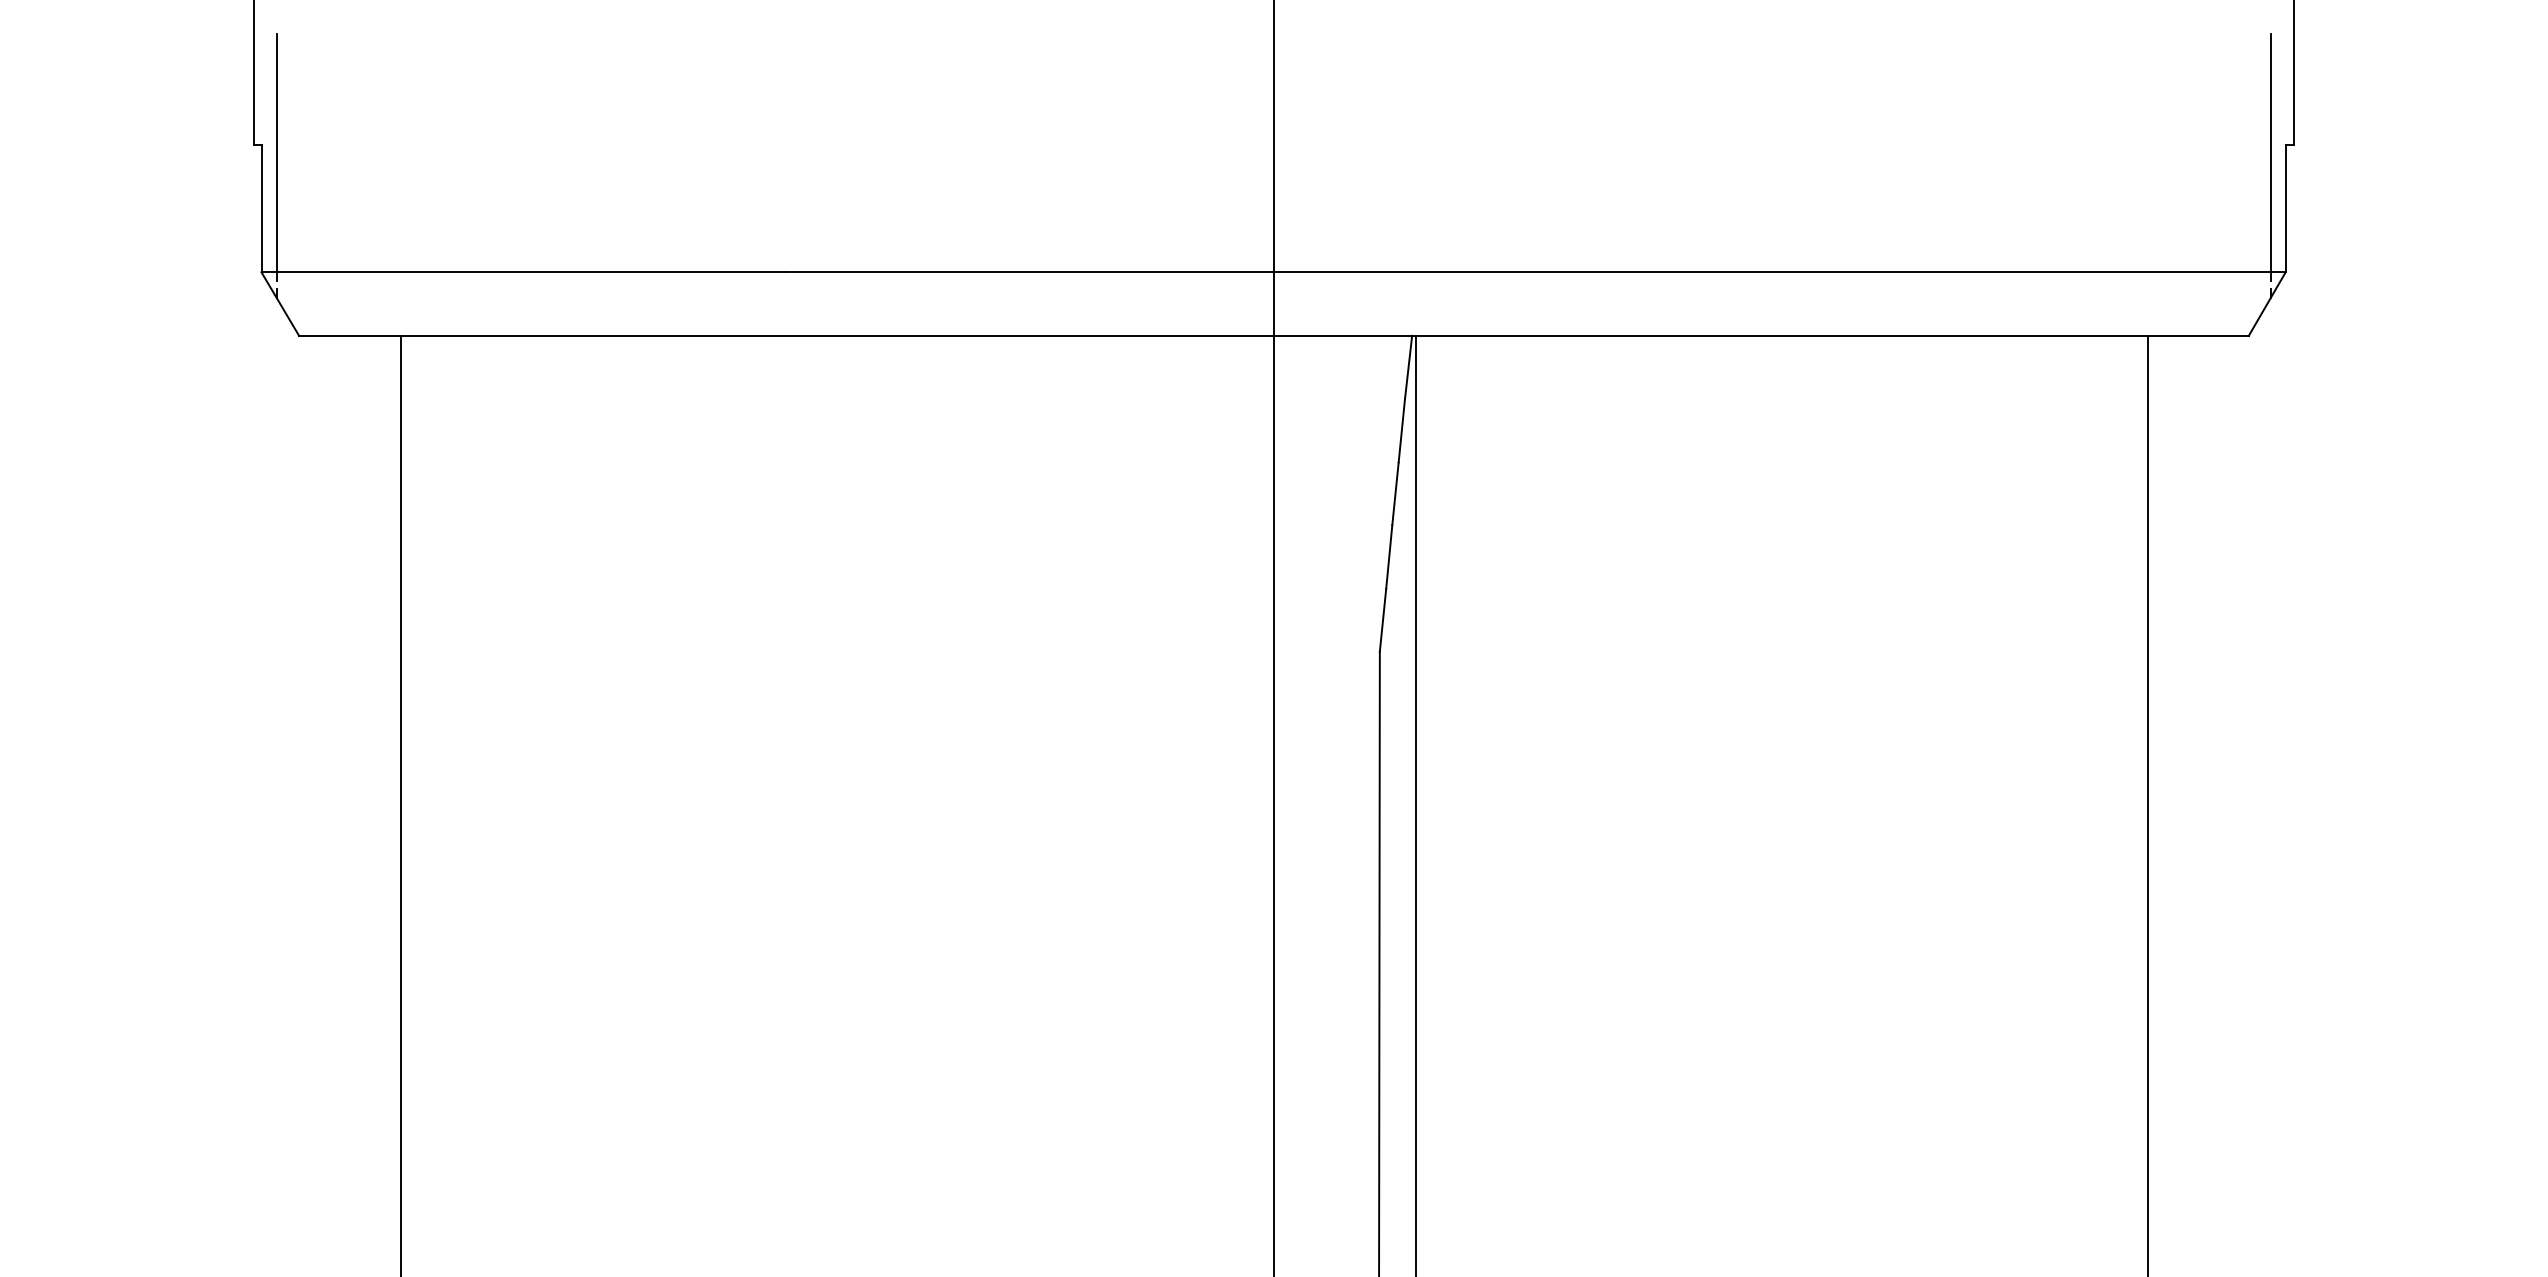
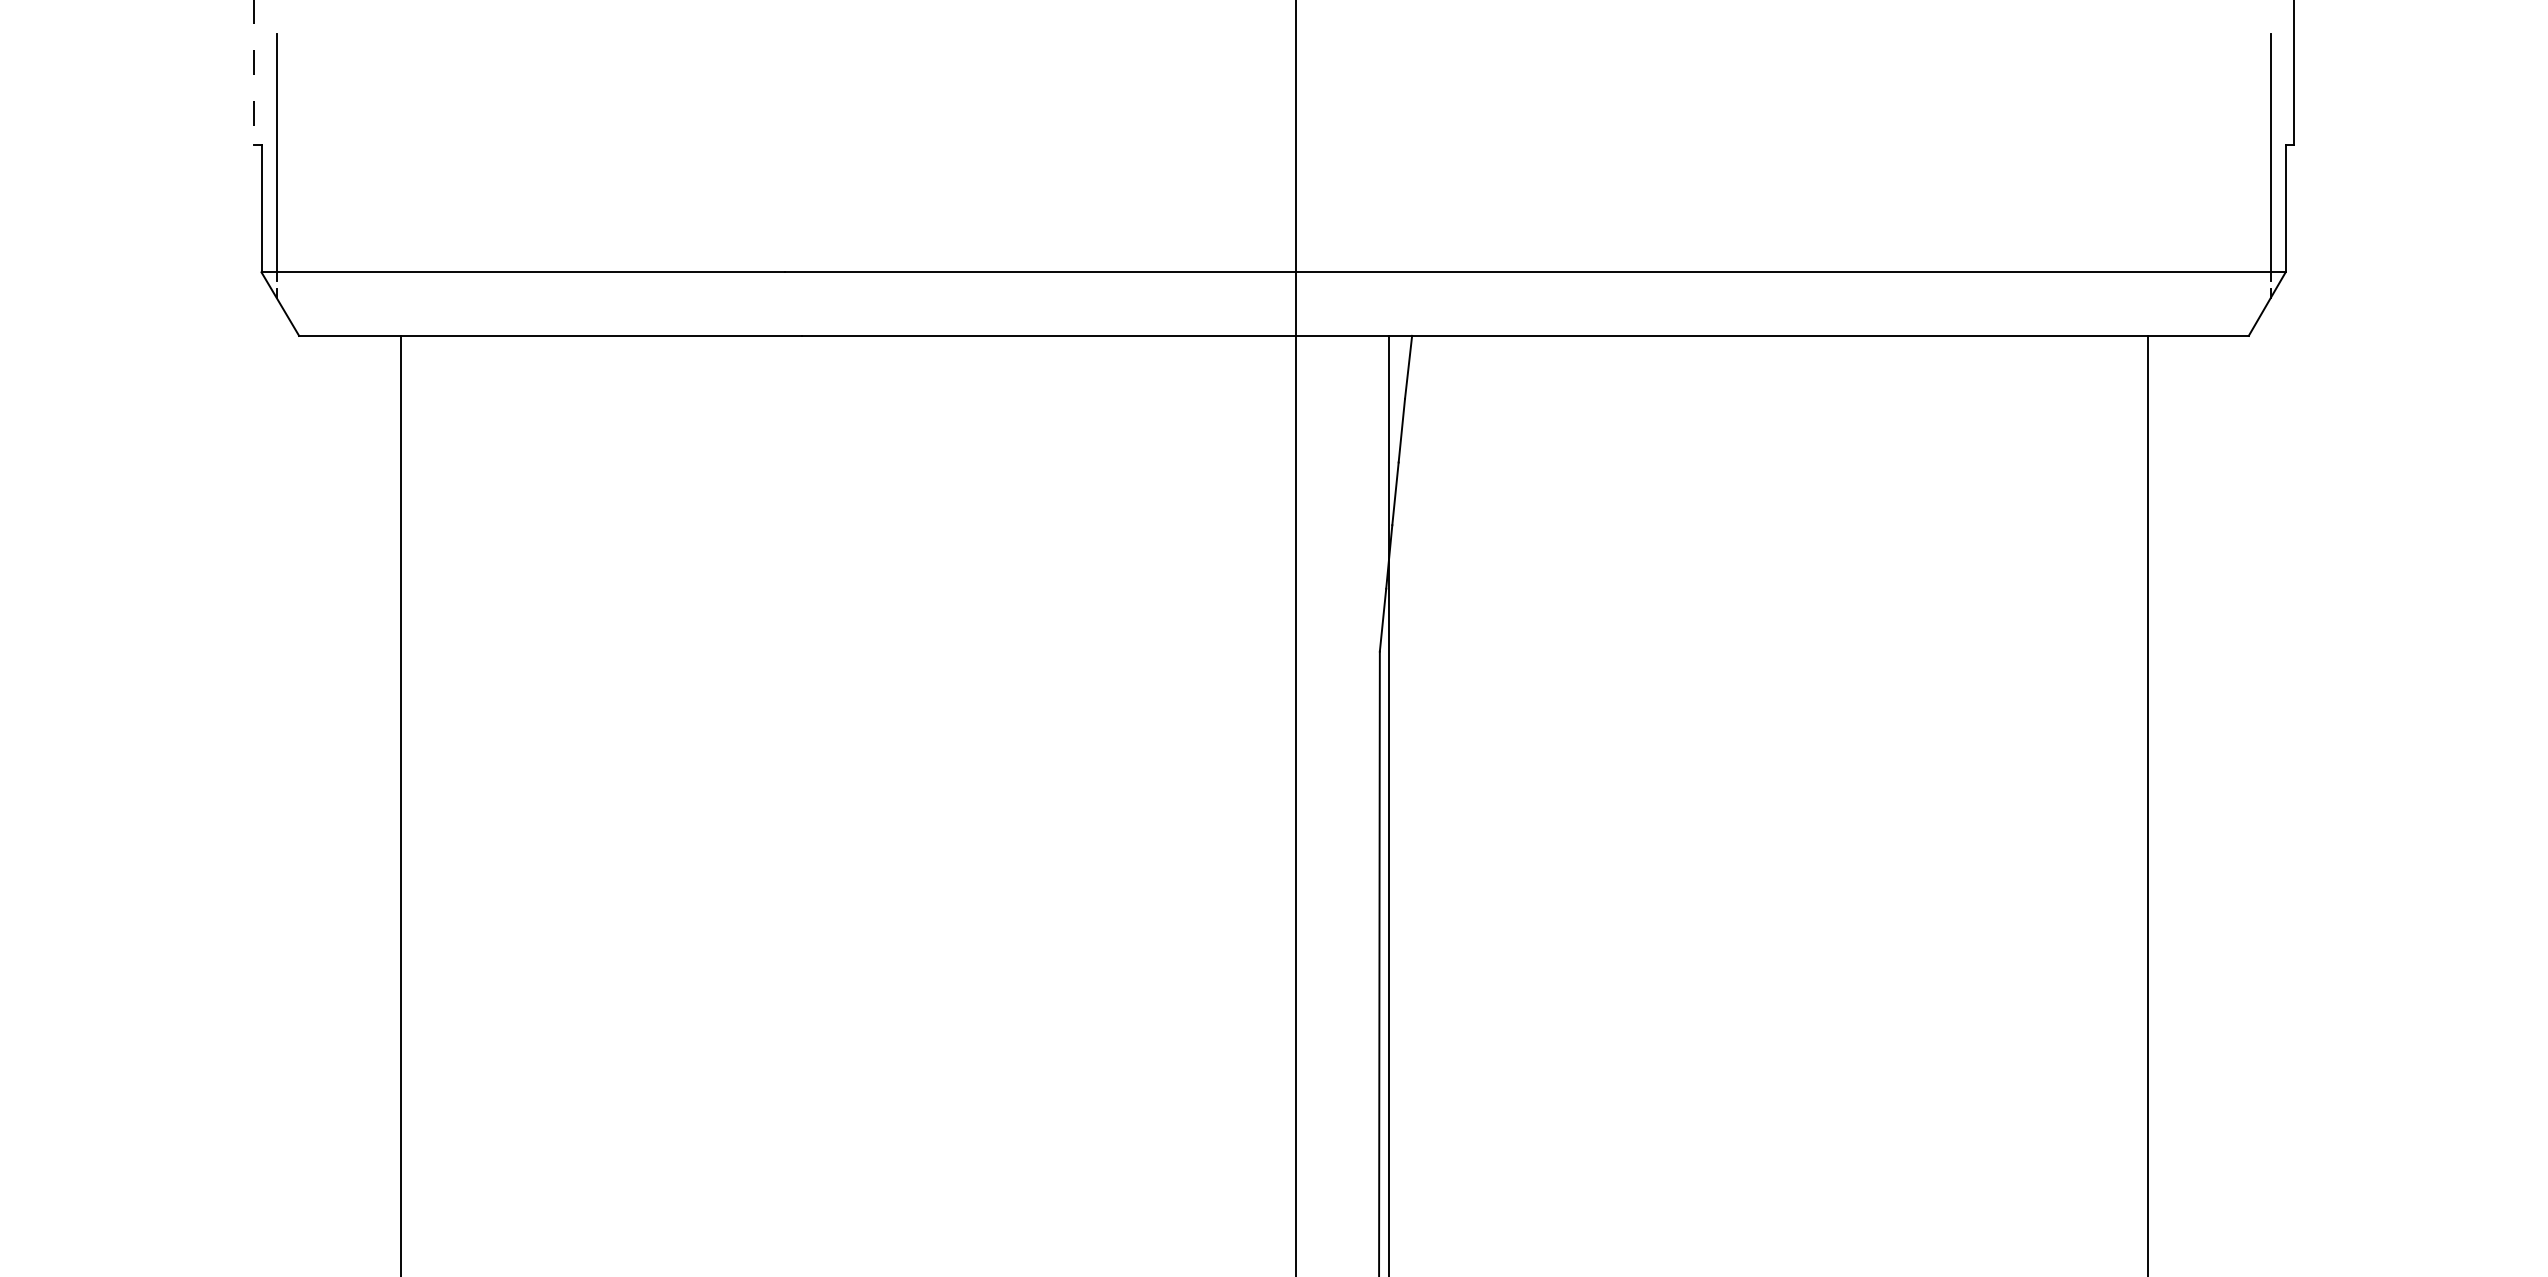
line at (254, 73): solid -> dashed
line at (1274, 637) position: (1274, 637) -> (1296, 637)
line at (1416, 804) position: (1416, 804) -> (1389, 804)
